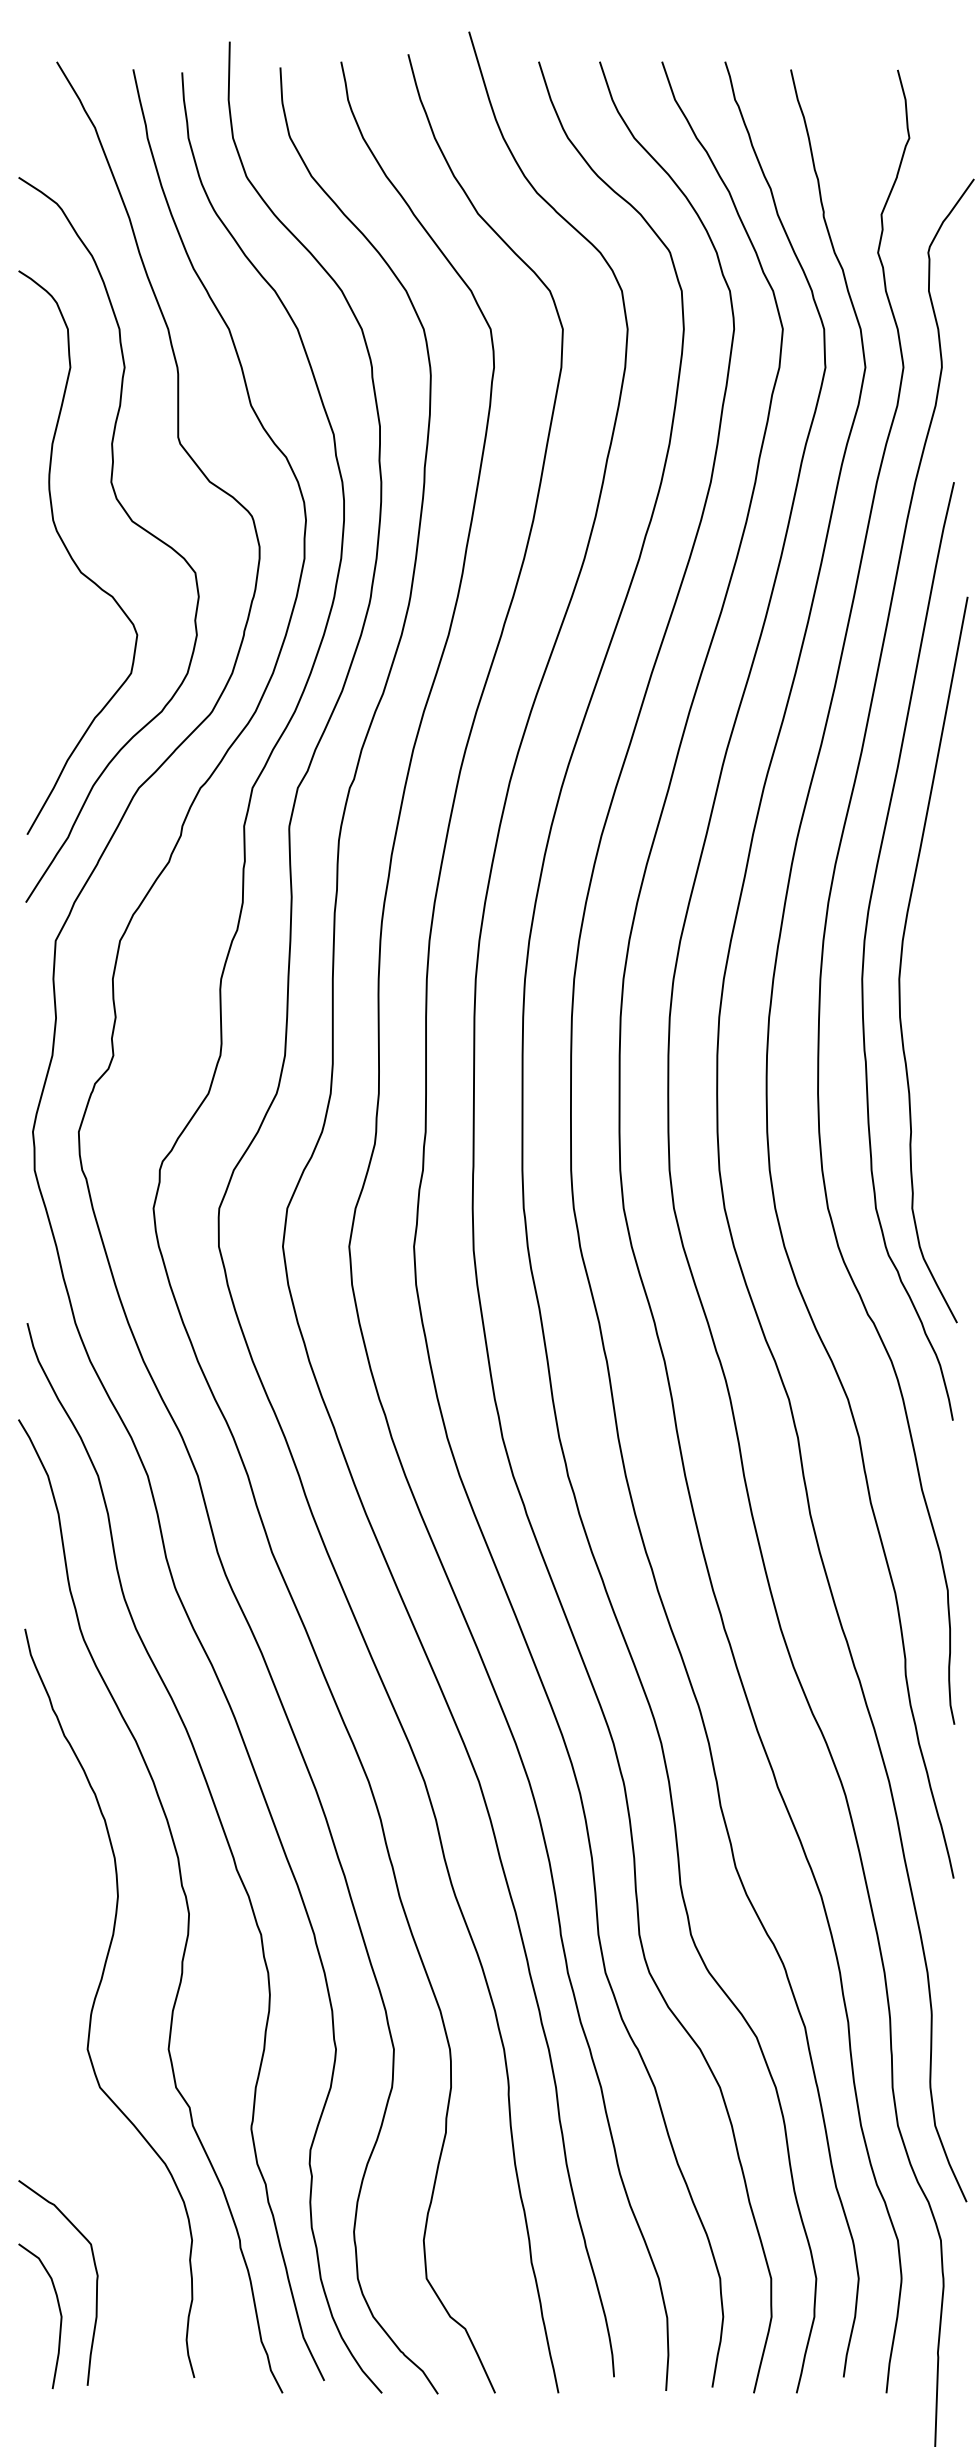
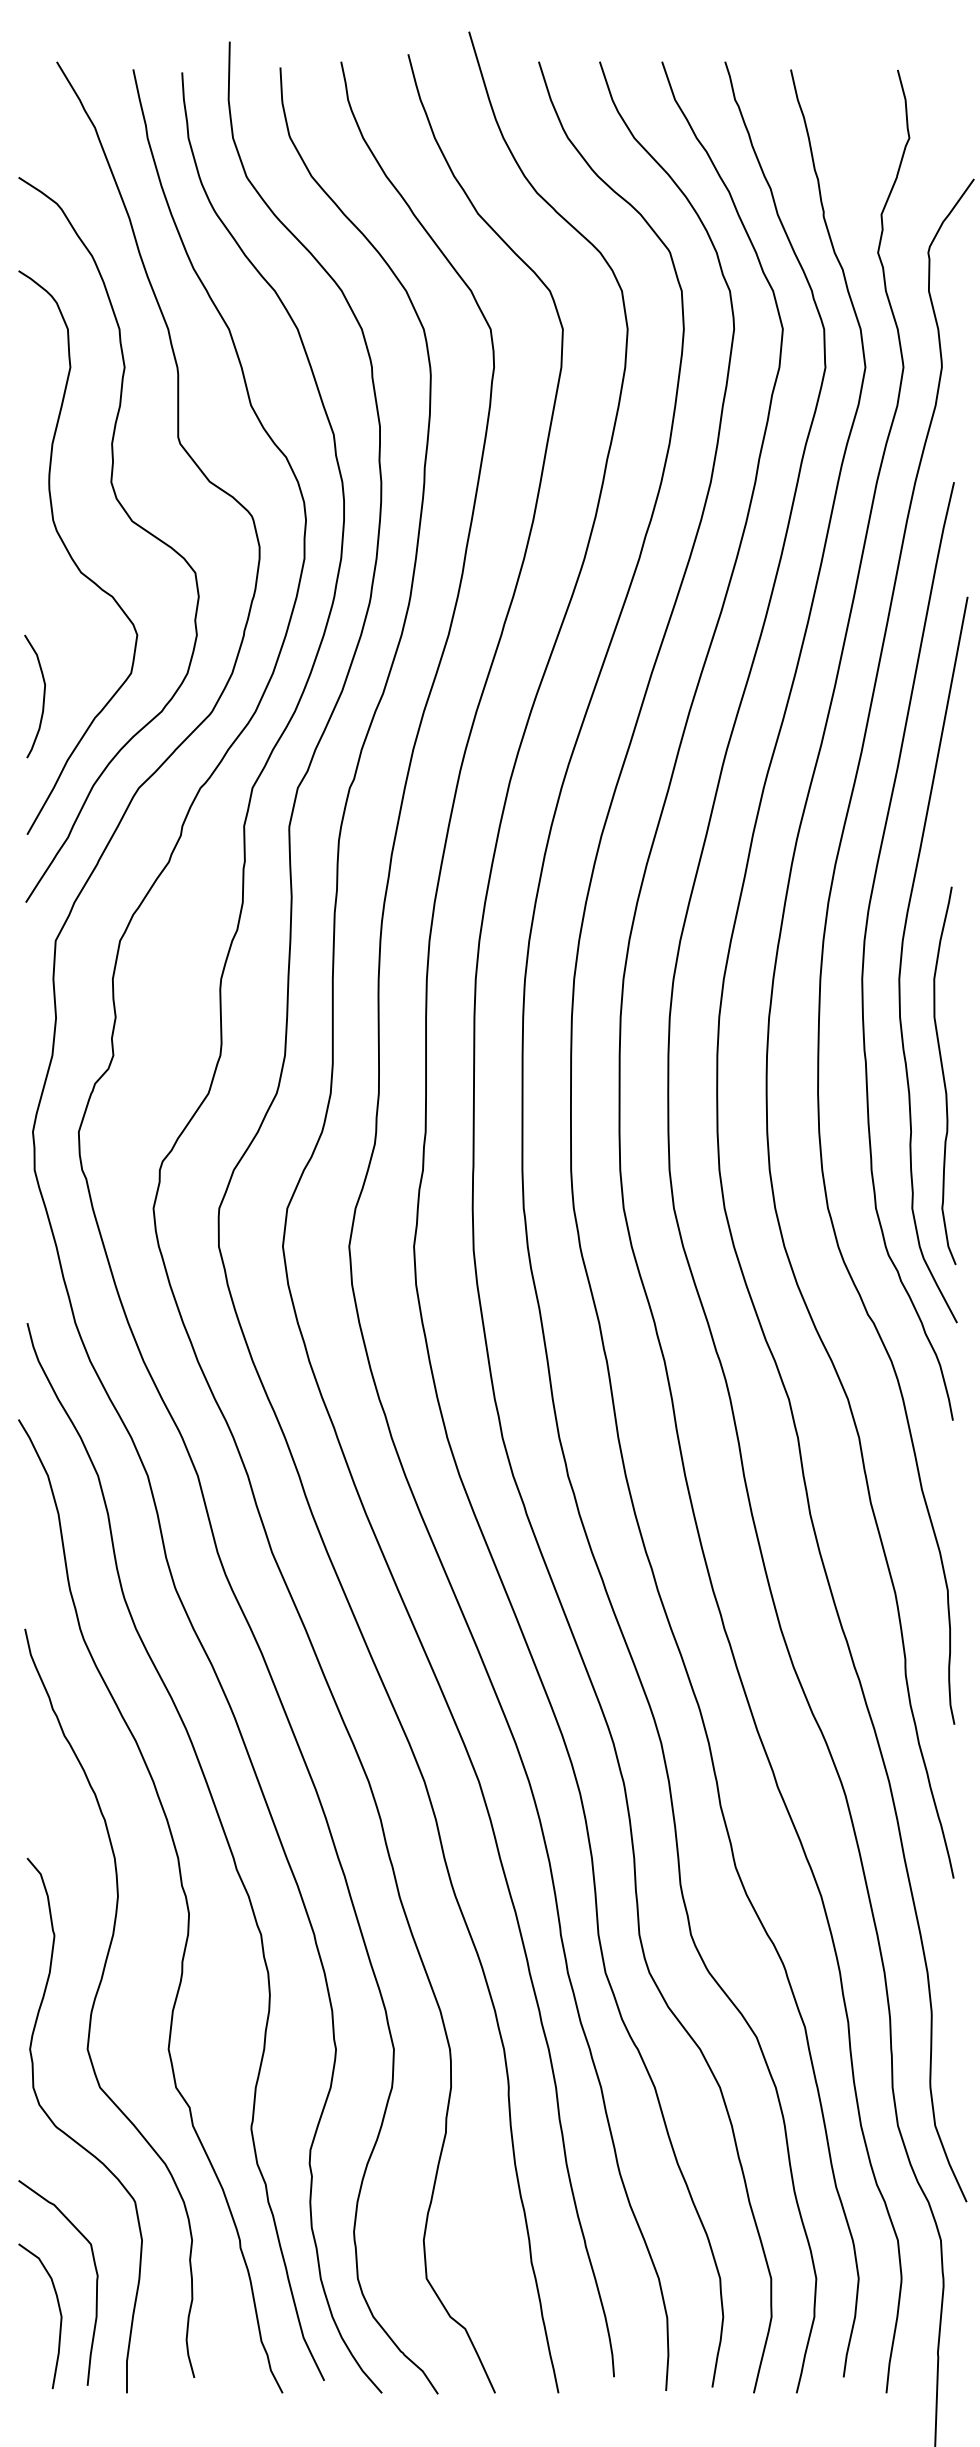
curve at (43, 696): none -> present
curve at (944, 1075): none -> present
curve at (73, 2138): none -> present
